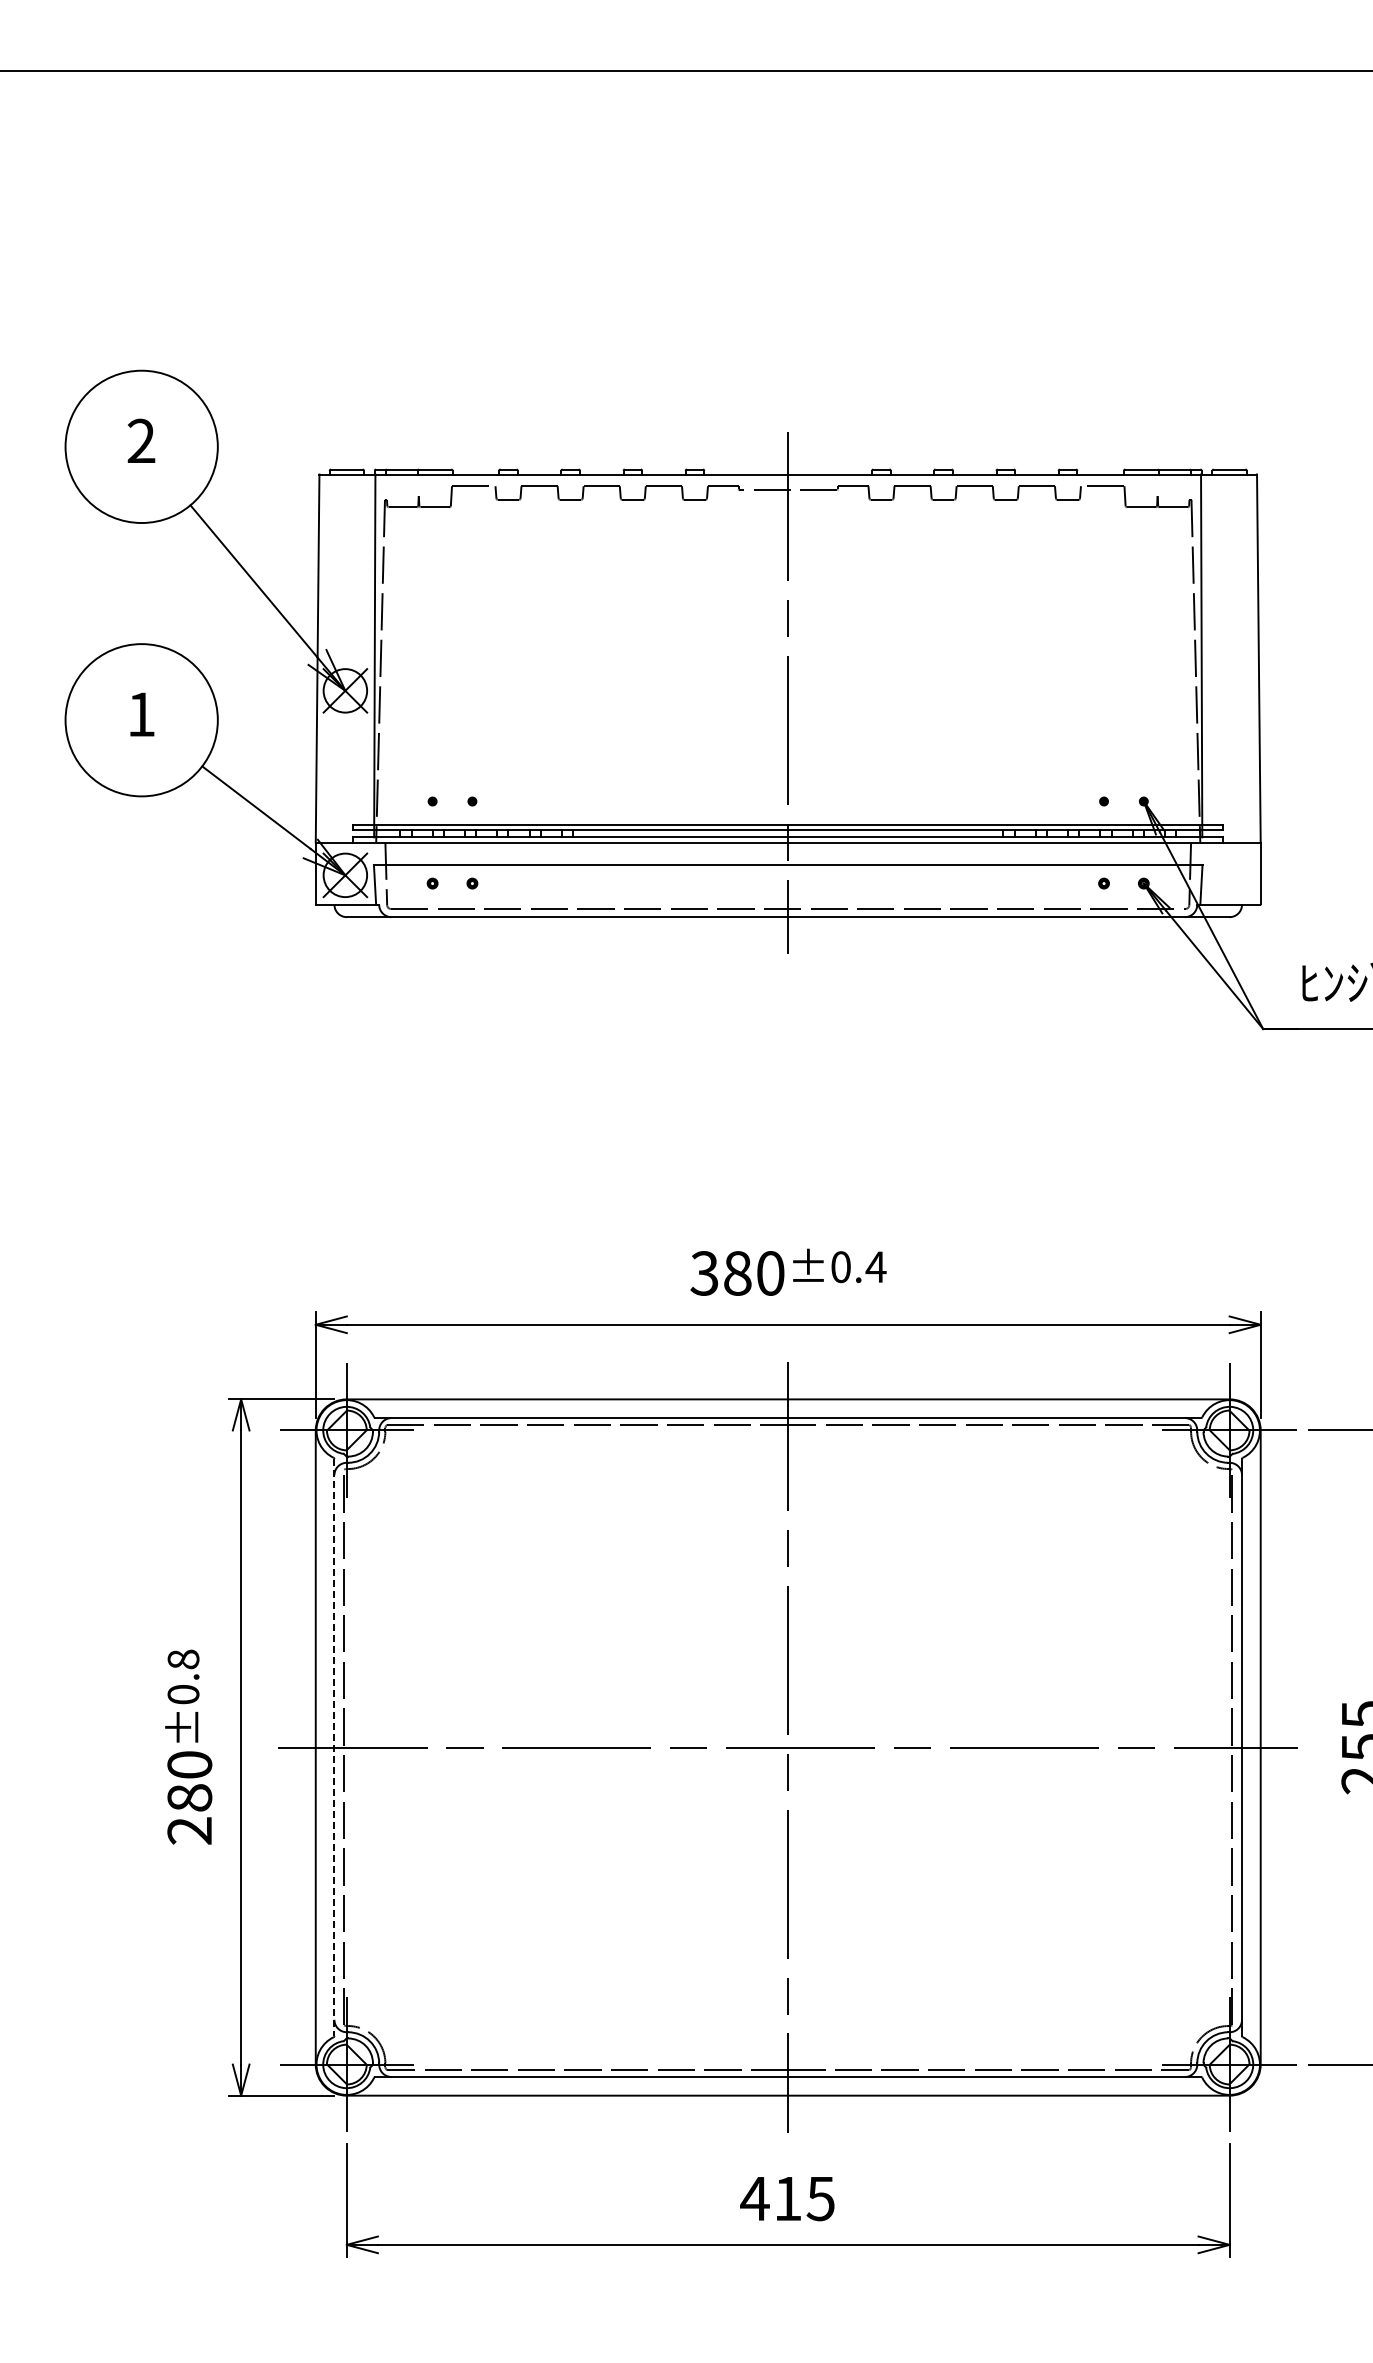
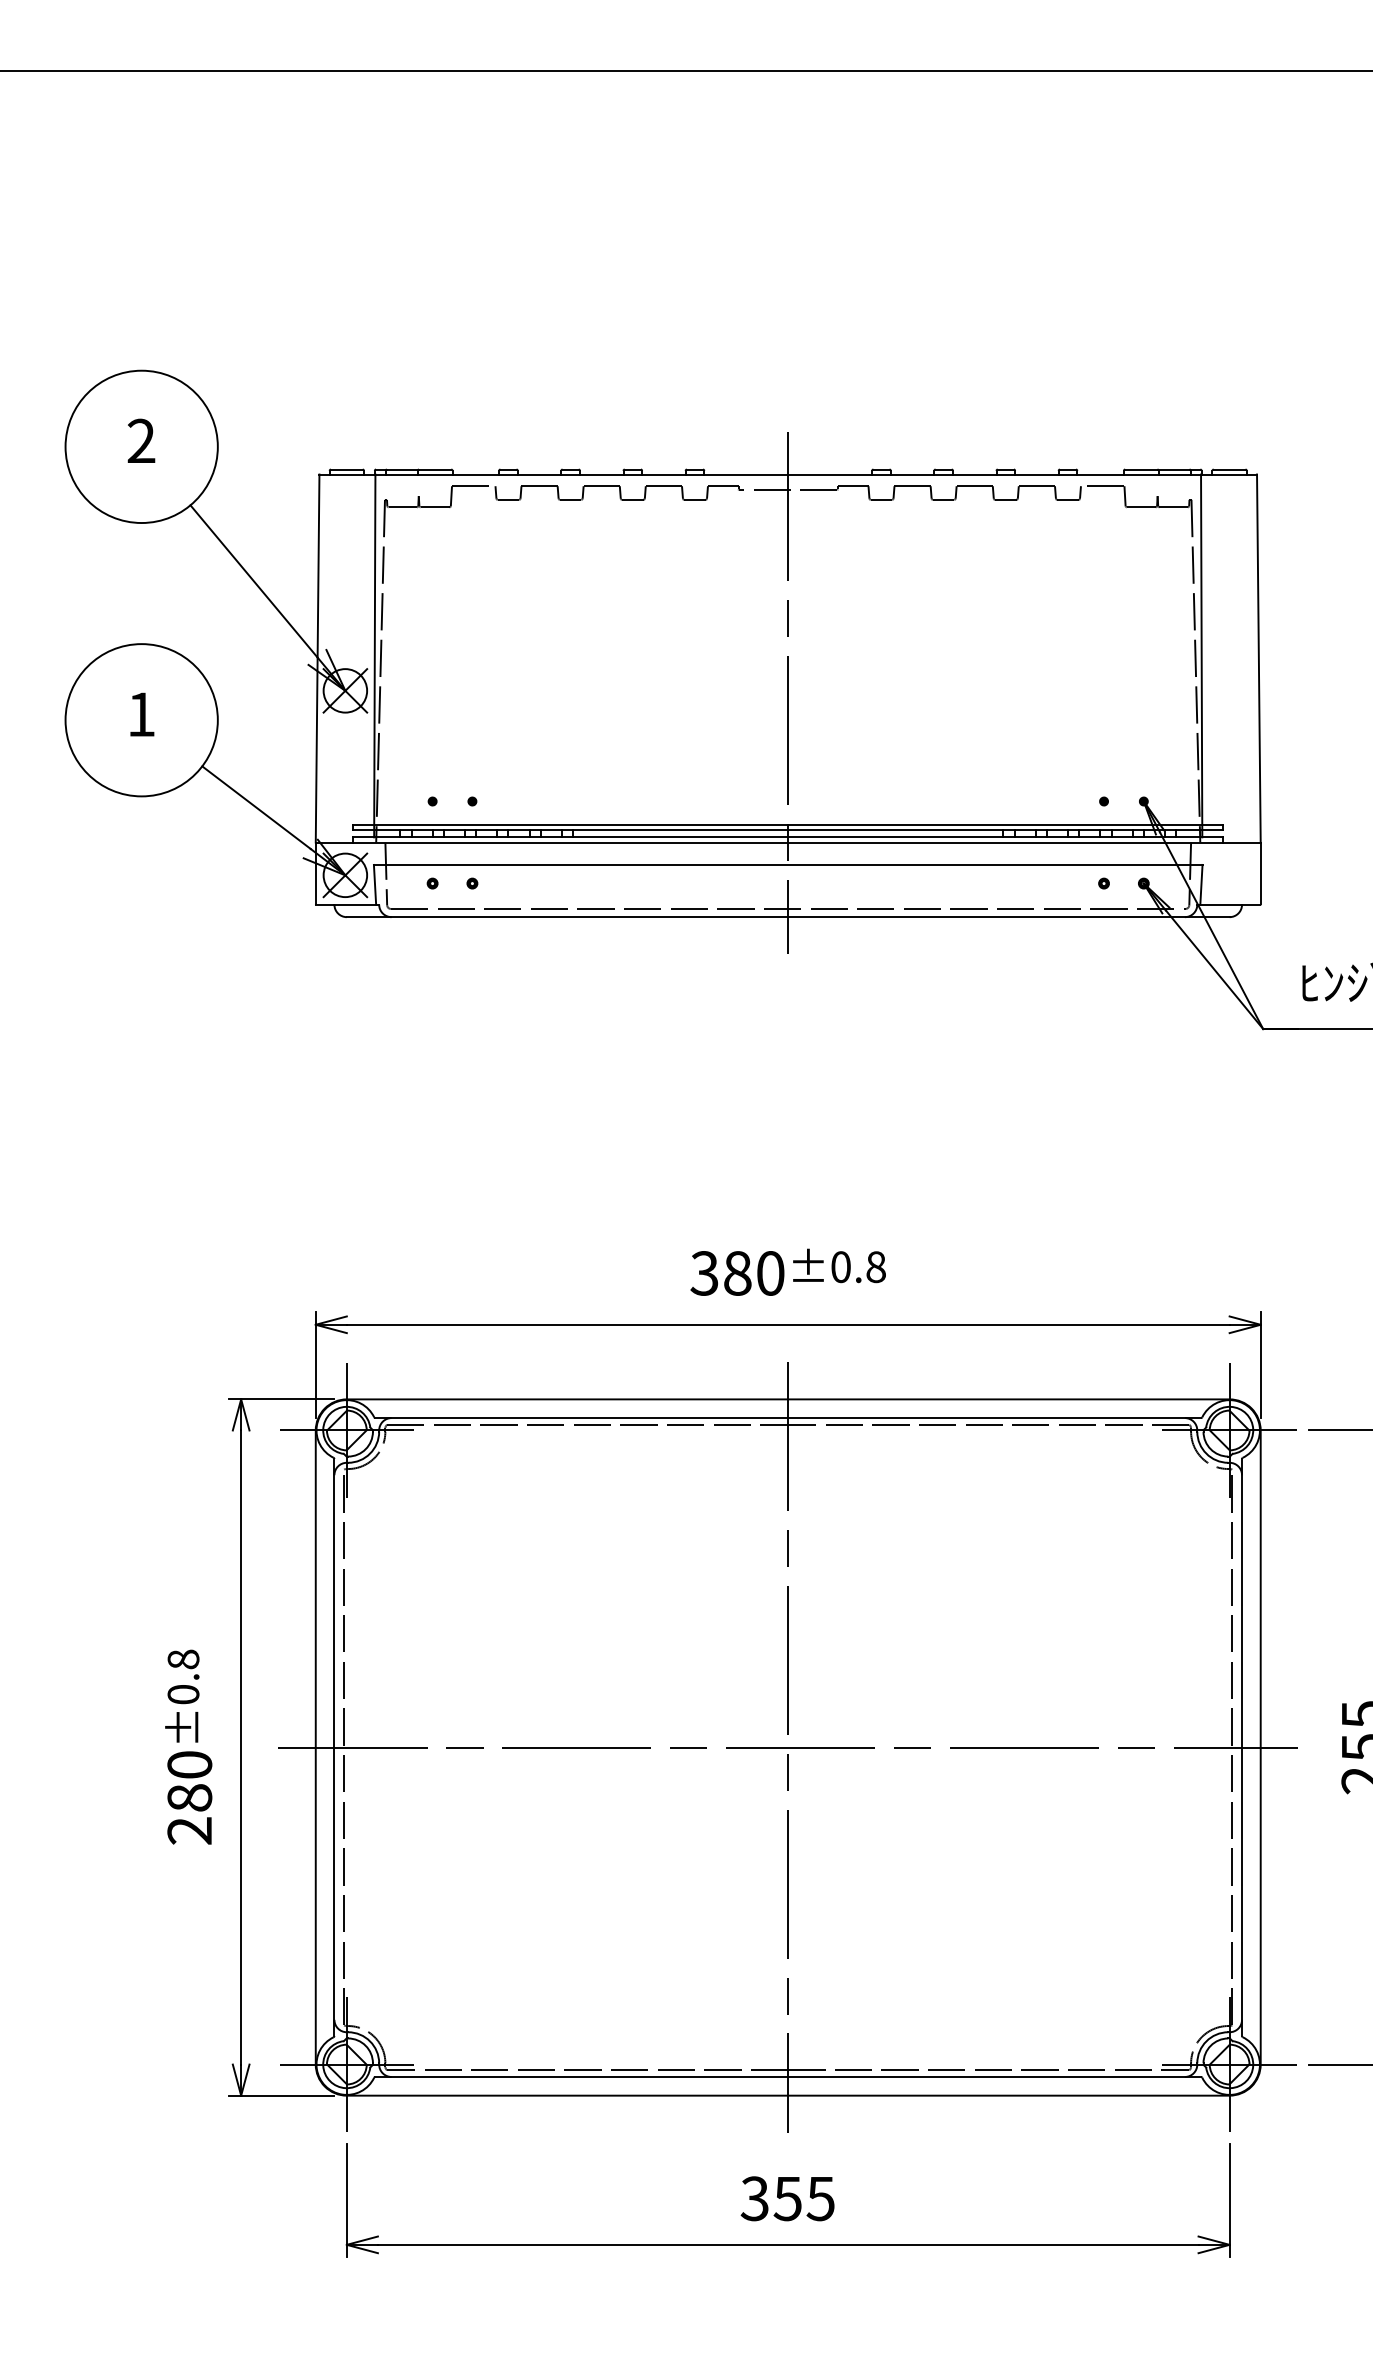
text at (875, 1267): ±0.4 -> ±0.8
line at (334, 1747): dashed -> solid
text at (770, 2198): 415 -> 355
